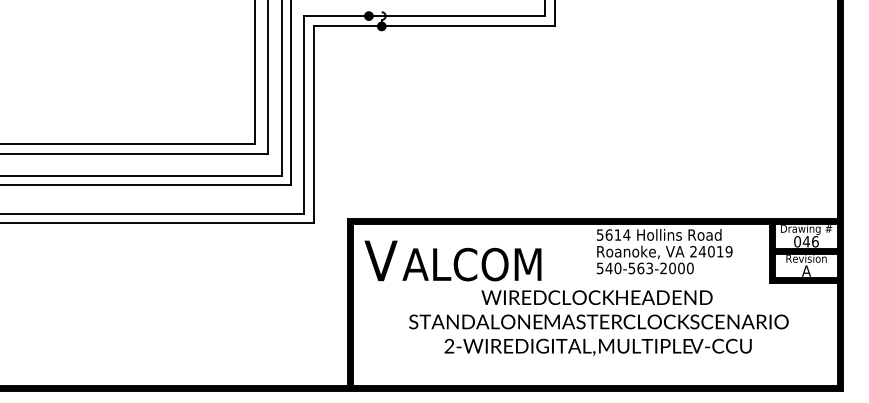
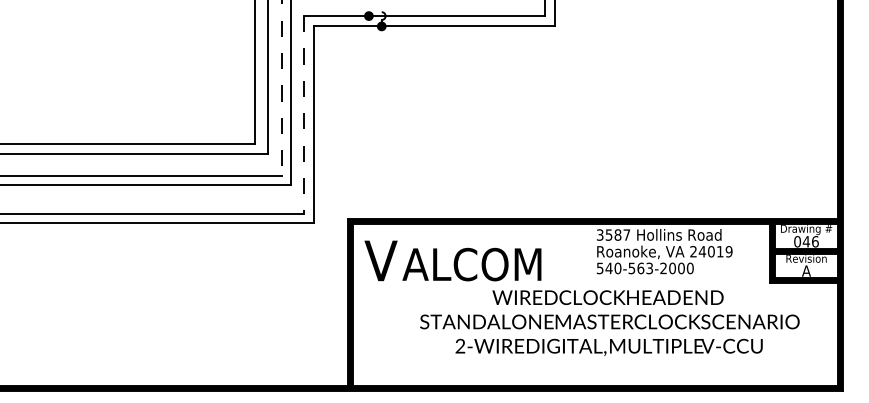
line at (281, 88): solid -> dashed
line at (304, 114): solid -> dashed
text at (613, 234): 5614 -> 3587
text at (598, 322) position: (598, 322) -> (609, 322)
